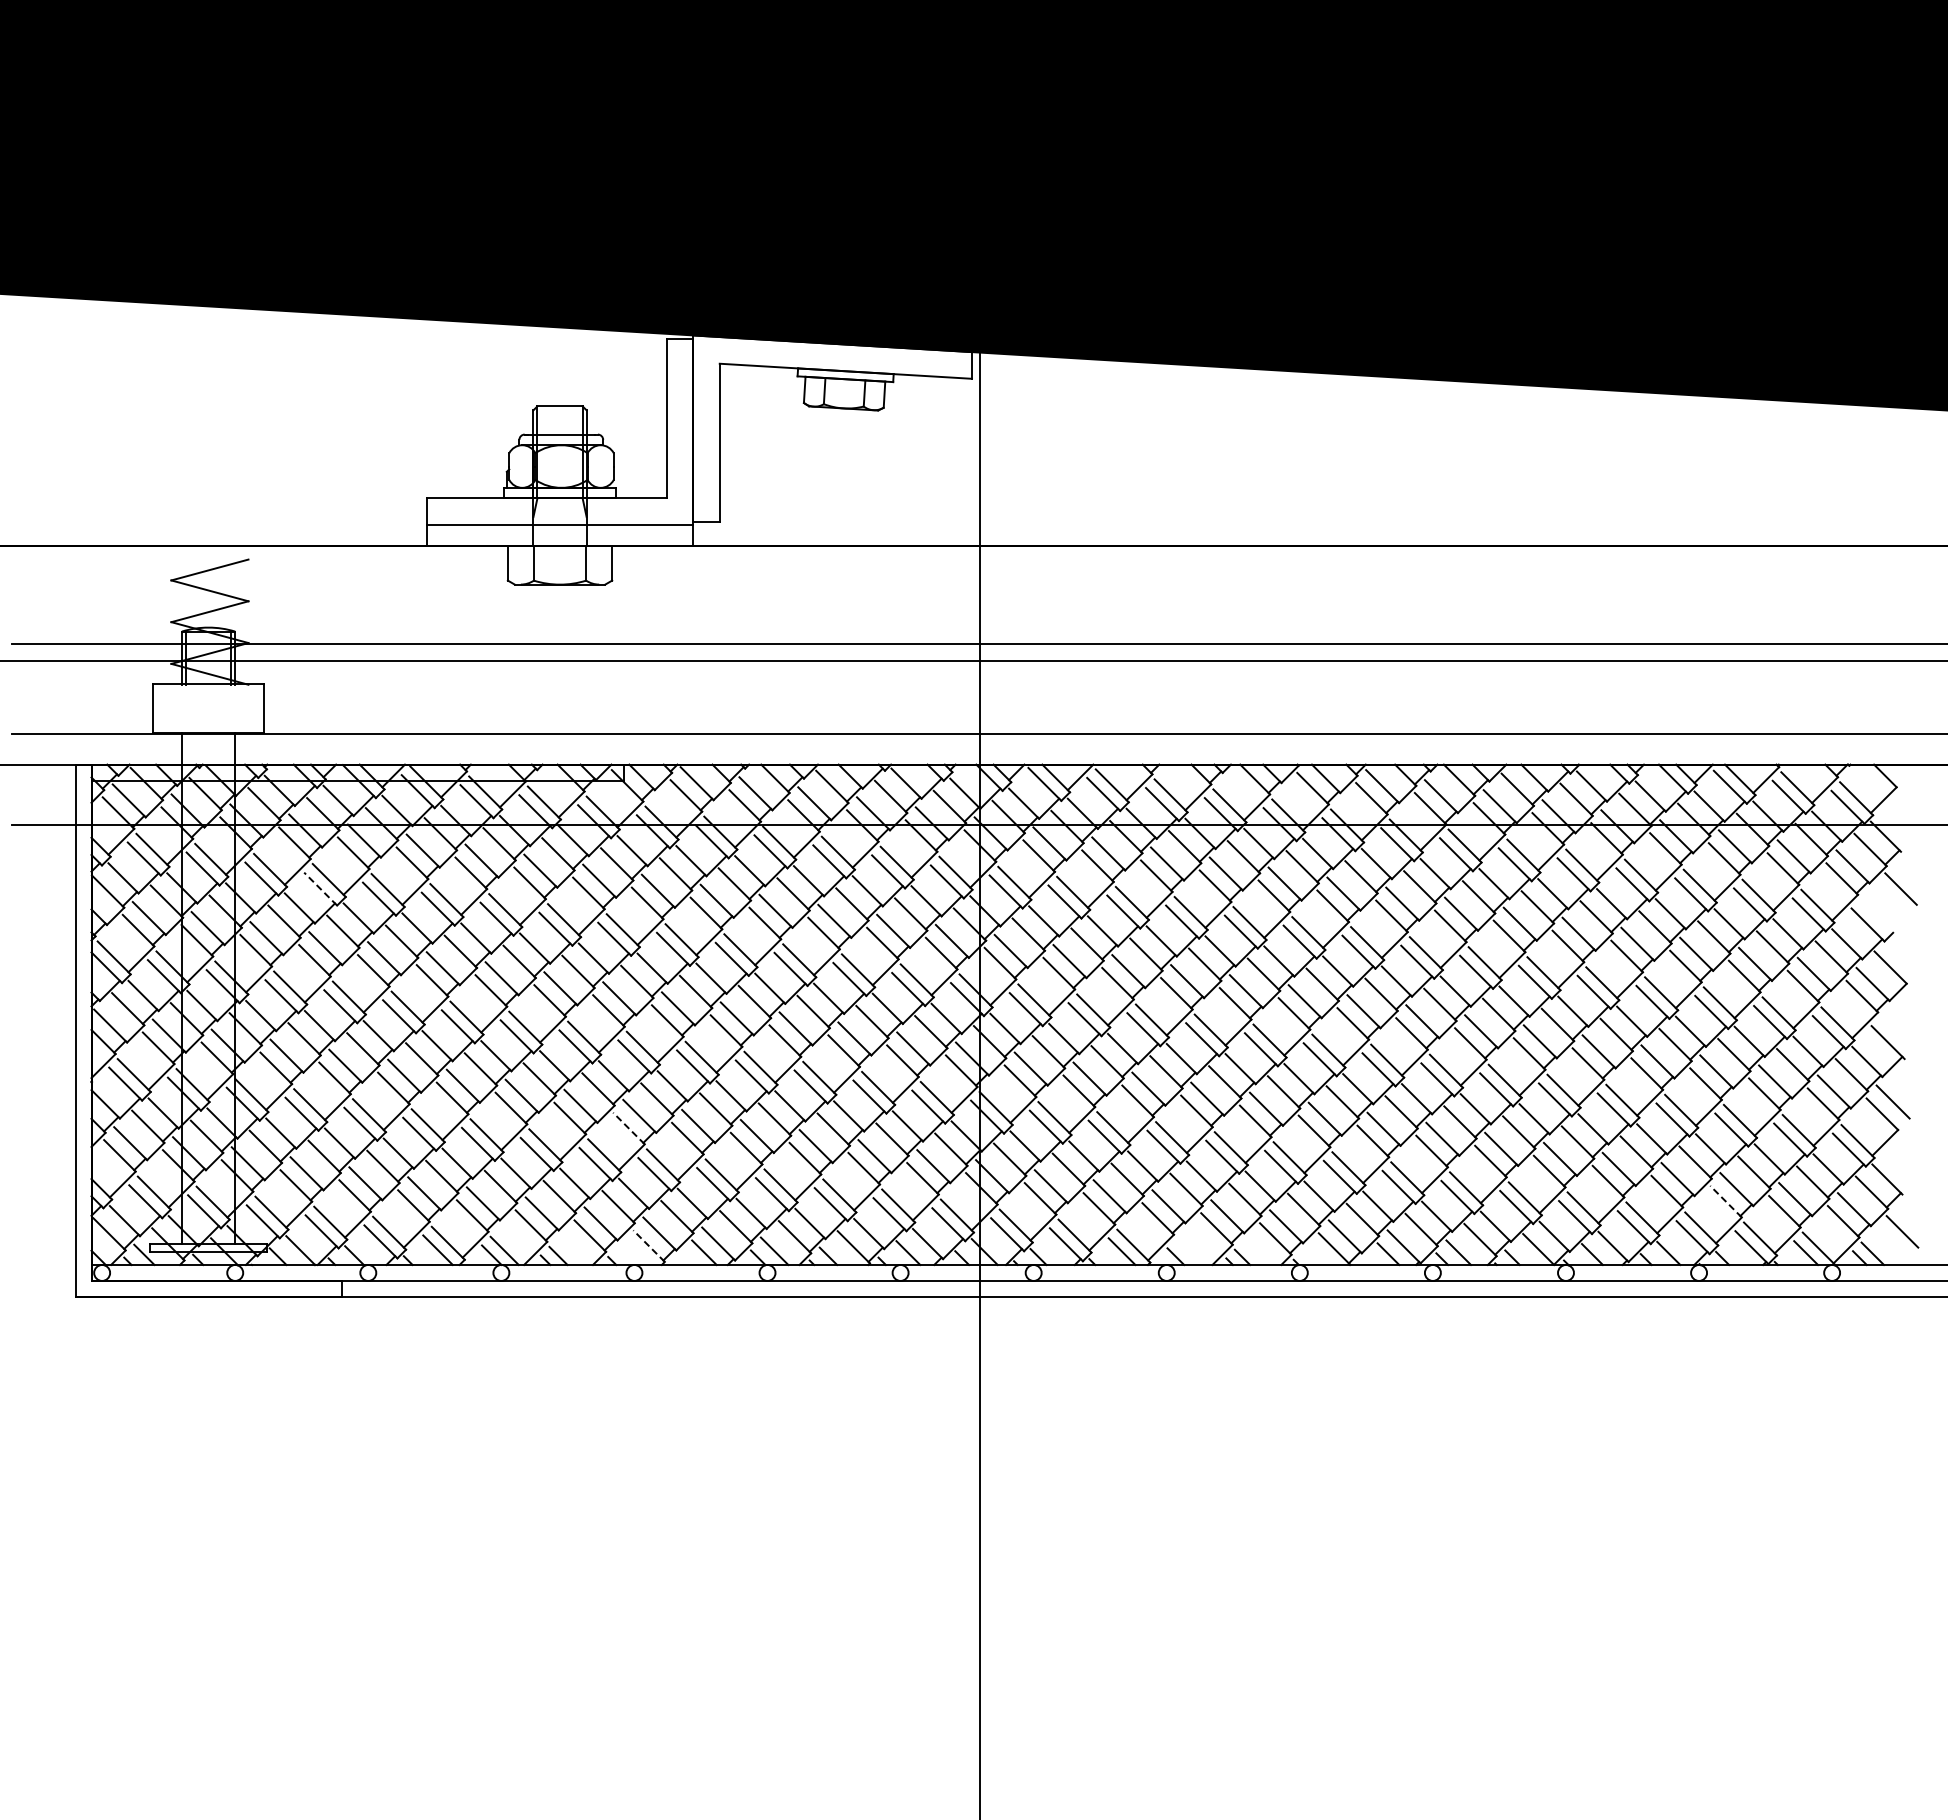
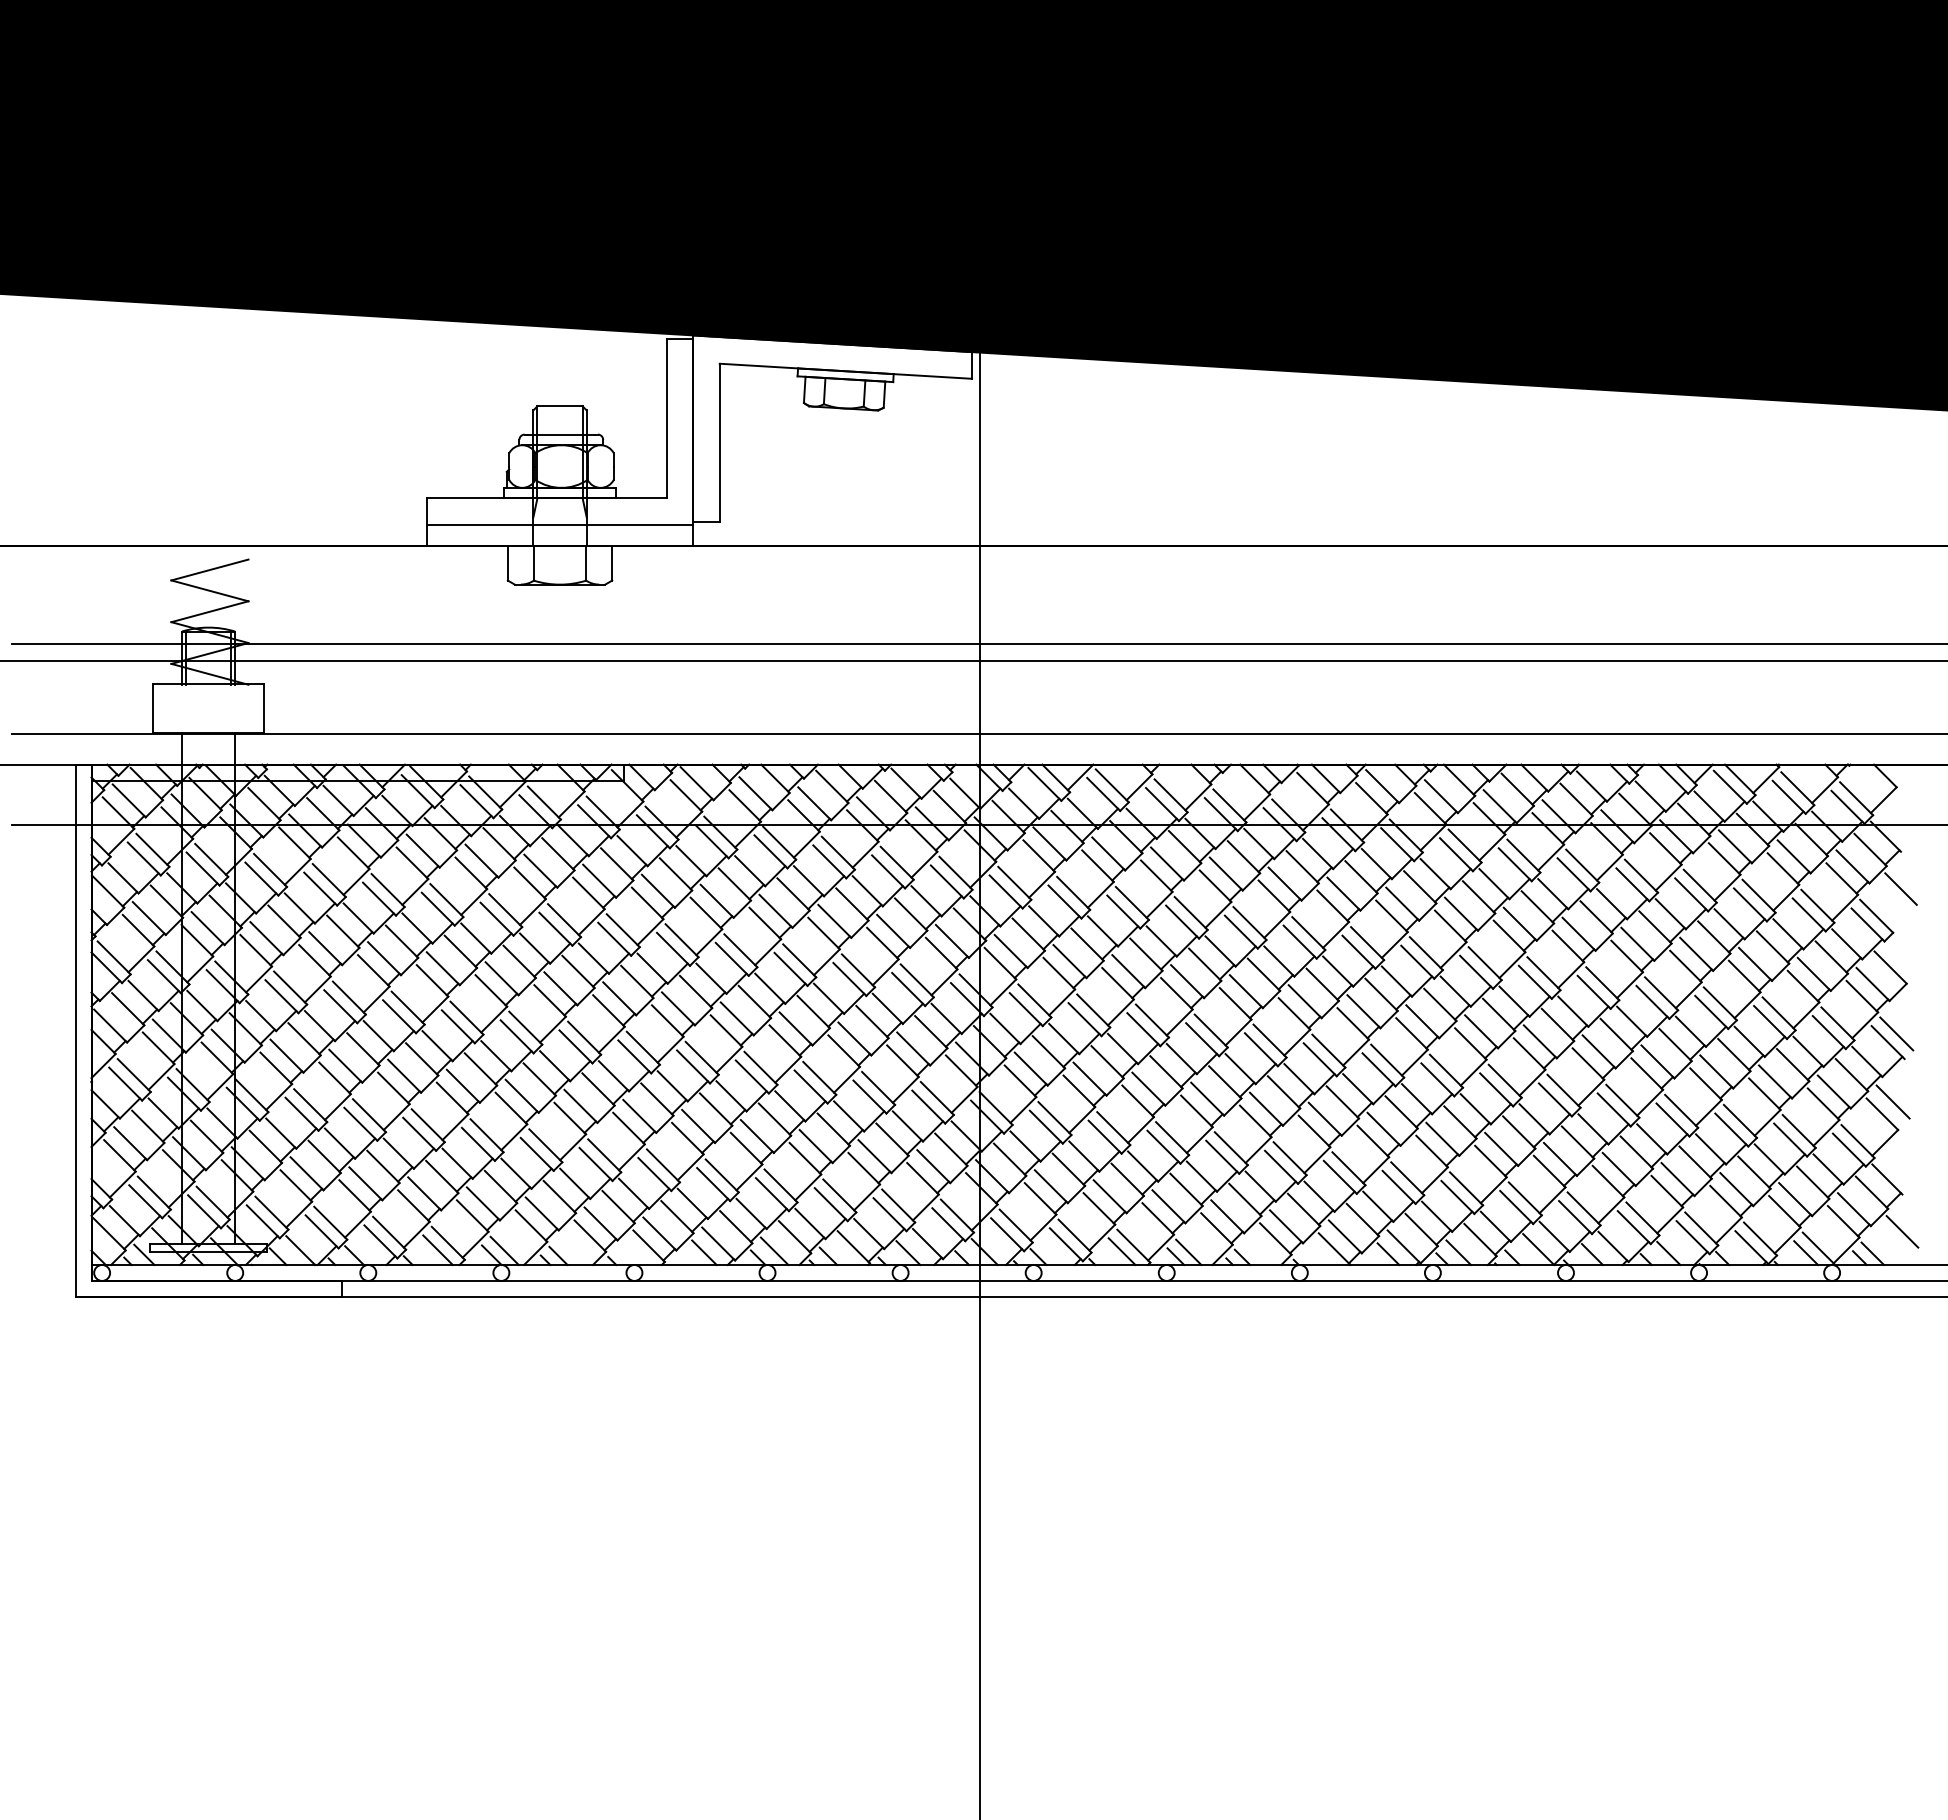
line at (320, 888): dashed -> solid
line at (1876, 915): none -> present
line at (1896, 1033): none -> present
line at (628, 1128): dashed -> solid
line at (1725, 1201): dashed -> solid
line at (648, 1245): dashed -> solid
line at (1188, 1251): none -> present
